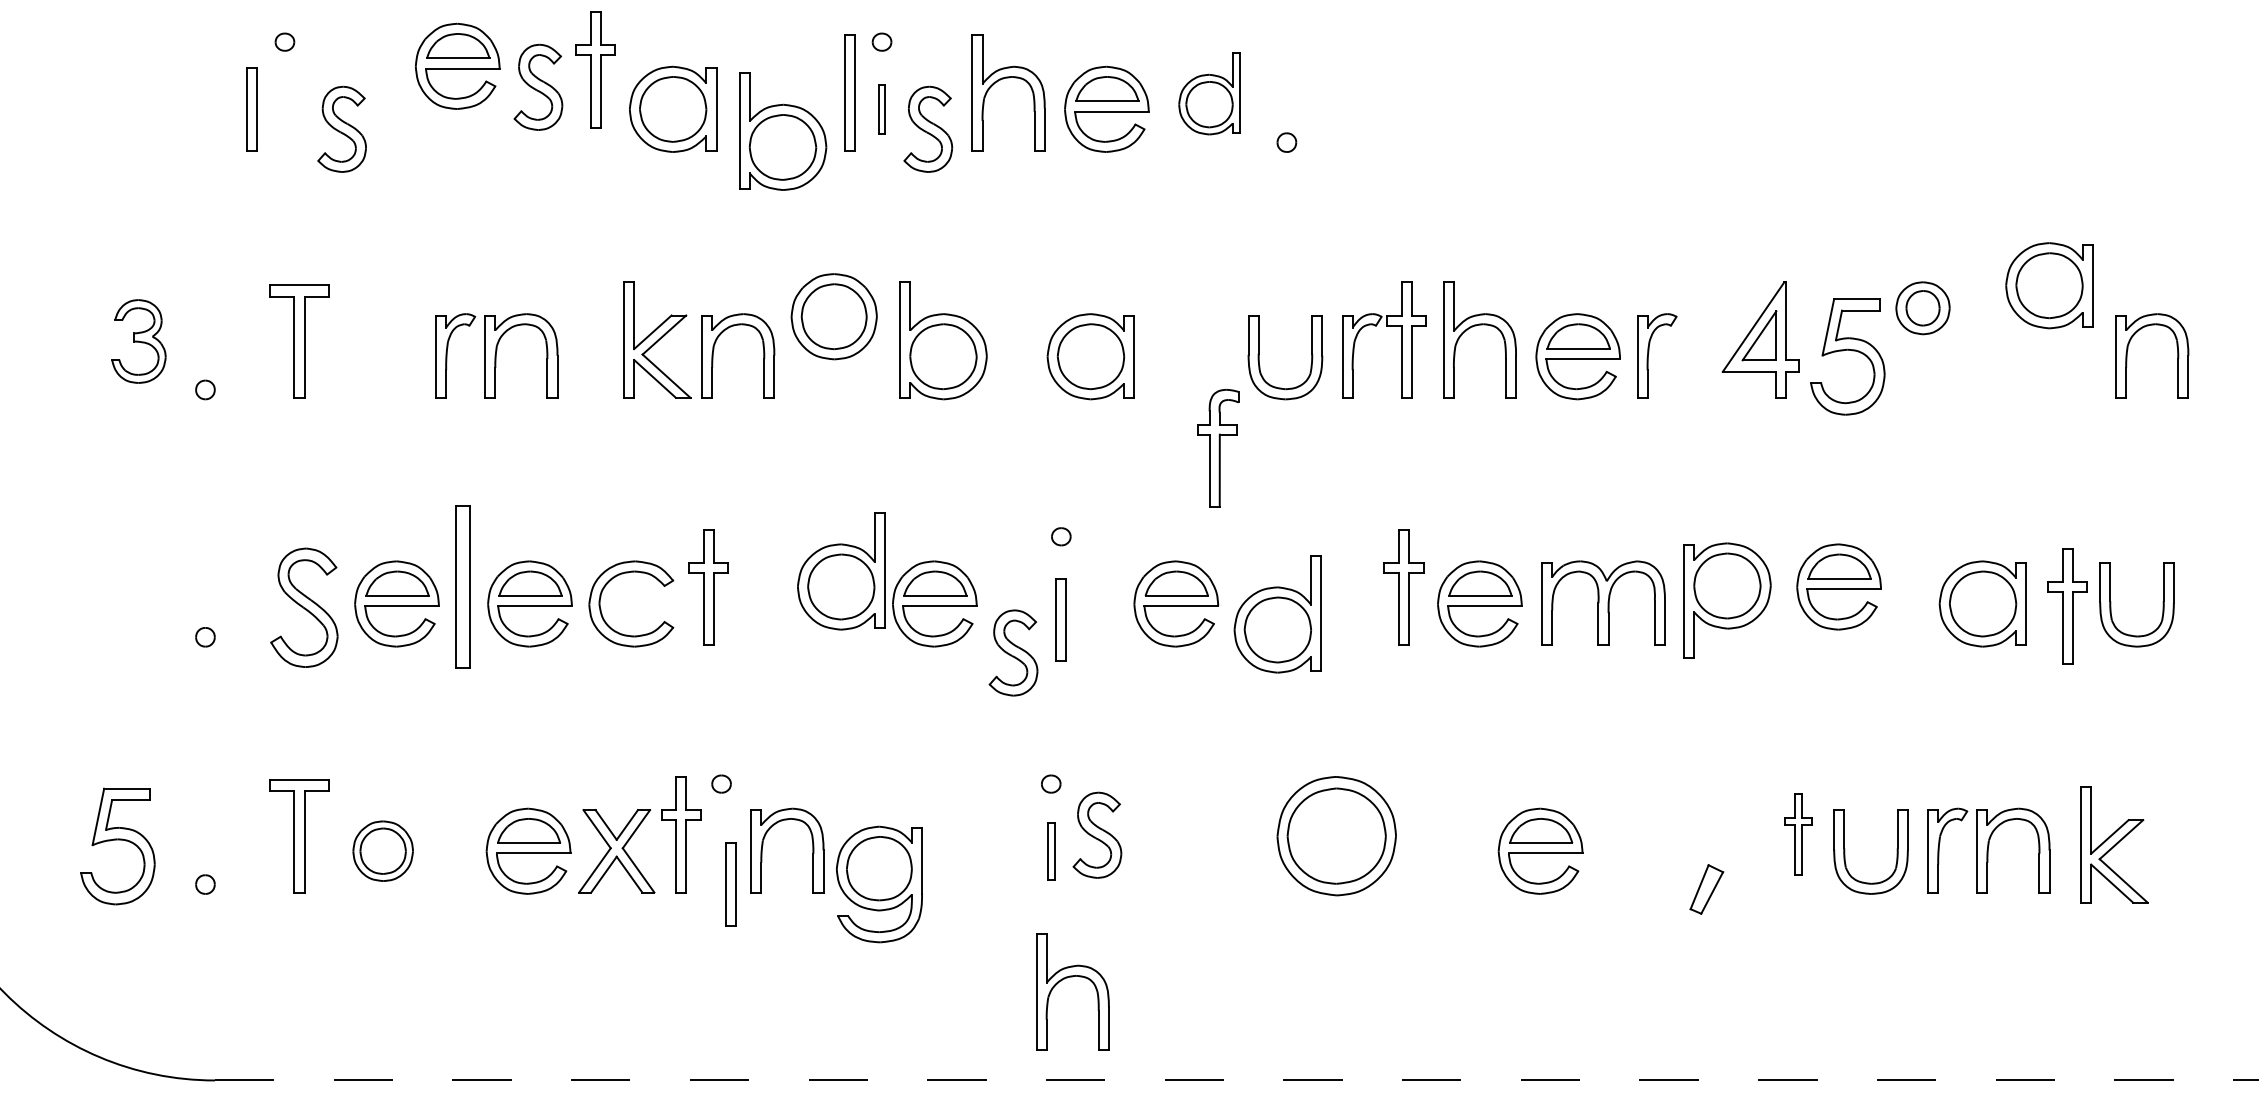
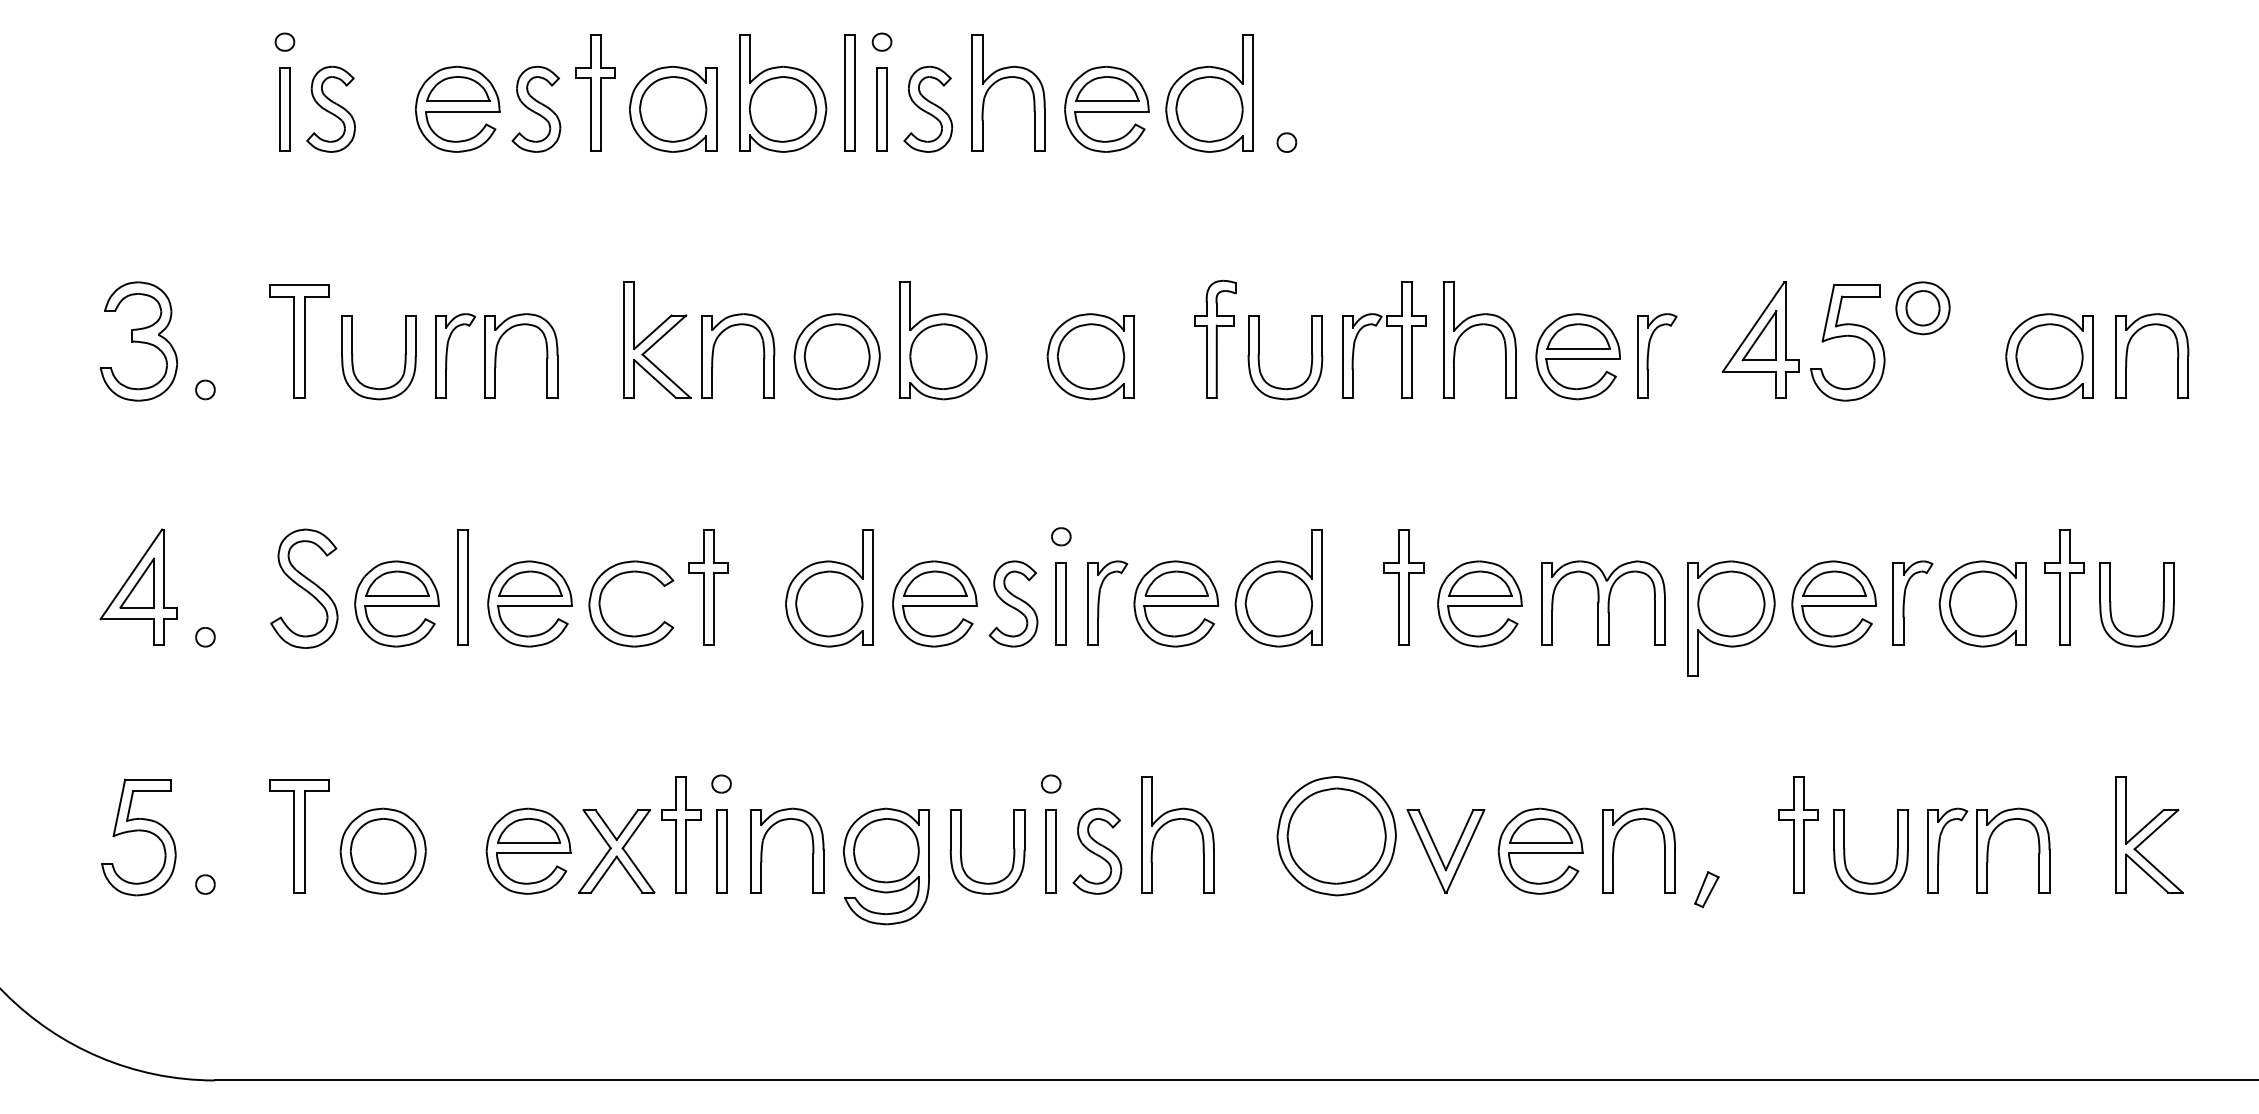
part at (457, 65) position: (457, 65) -> (457, 108)
part at (595, 69) position: (595, 69) -> (595, 92)
part at (538, 86) position: (538, 86) -> (536, 108)
part at (1209, 93) size: 63x84 px -> 89x119 px
part at (251, 109) position: (251, 109) -> (284, 109)
part at (881, 109) size: 8x51 px -> 12x85 px
part at (341, 128) position: (341, 128) -> (330, 108)
part at (928, 128) position: (928, 128) -> (928, 108)
part at (783, 131) position: (783, 131) -> (783, 93)
part at (2049, 285) position: (2049, 285) -> (2049, 356)
part at (833, 316) position: (833, 316) -> (836, 356)
part at (138, 341) size: 56x85 px -> 80x121 px
part at (1847, 356) position: (1847, 356) -> (1847, 342)
part at (353, 357): none -> present
part at (1218, 447) position: (1218, 447) -> (1215, 338)
part at (841, 571) position: (841, 571) -> (829, 588)
part at (138, 586): none -> present
part at (462, 586) size: 16x164 px -> 12x117 px
part at (1838, 586) position: (1838, 586) -> (1833, 603)
part at (1727, 600) position: (1727, 600) -> (1731, 618)
part at (1099, 602): none -> present
part at (1904, 602): none -> present
part at (2067, 606) position: (2067, 606) -> (2064, 587)
part at (304, 607) position: (304, 607) -> (304, 588)
part at (1277, 614) position: (1277, 614) -> (1278, 588)
part at (1060, 619) position: (1060, 619) -> (1060, 603)
part at (1013, 652) position: (1013, 652) -> (1013, 603)
part at (1097, 834) position: (1097, 834) -> (1097, 850)
part at (1798, 834) size: 29x83 px -> 41x118 px
part at (2114, 844) position: (2114, 844) -> (2149, 834)
part at (117, 846) position: (117, 846) -> (138, 837)
part at (382, 850) size: 62x62 px -> 88x88 px
part at (1614, 850): none -> present
part at (961, 851): none -> present
part at (1051, 851) size: 9x59 px -> 12x85 px
part at (1439, 853): none -> present
part at (730, 884) position: (730, 884) -> (721, 851)
part at (879, 884) position: (879, 884) -> (886, 866)
part at (1706, 889) size: 36x51 px -> 26x38 px
part at (1067, 978) position: (1067, 978) -> (1172, 821)
line at (1236, 1080): dashed -> solid
